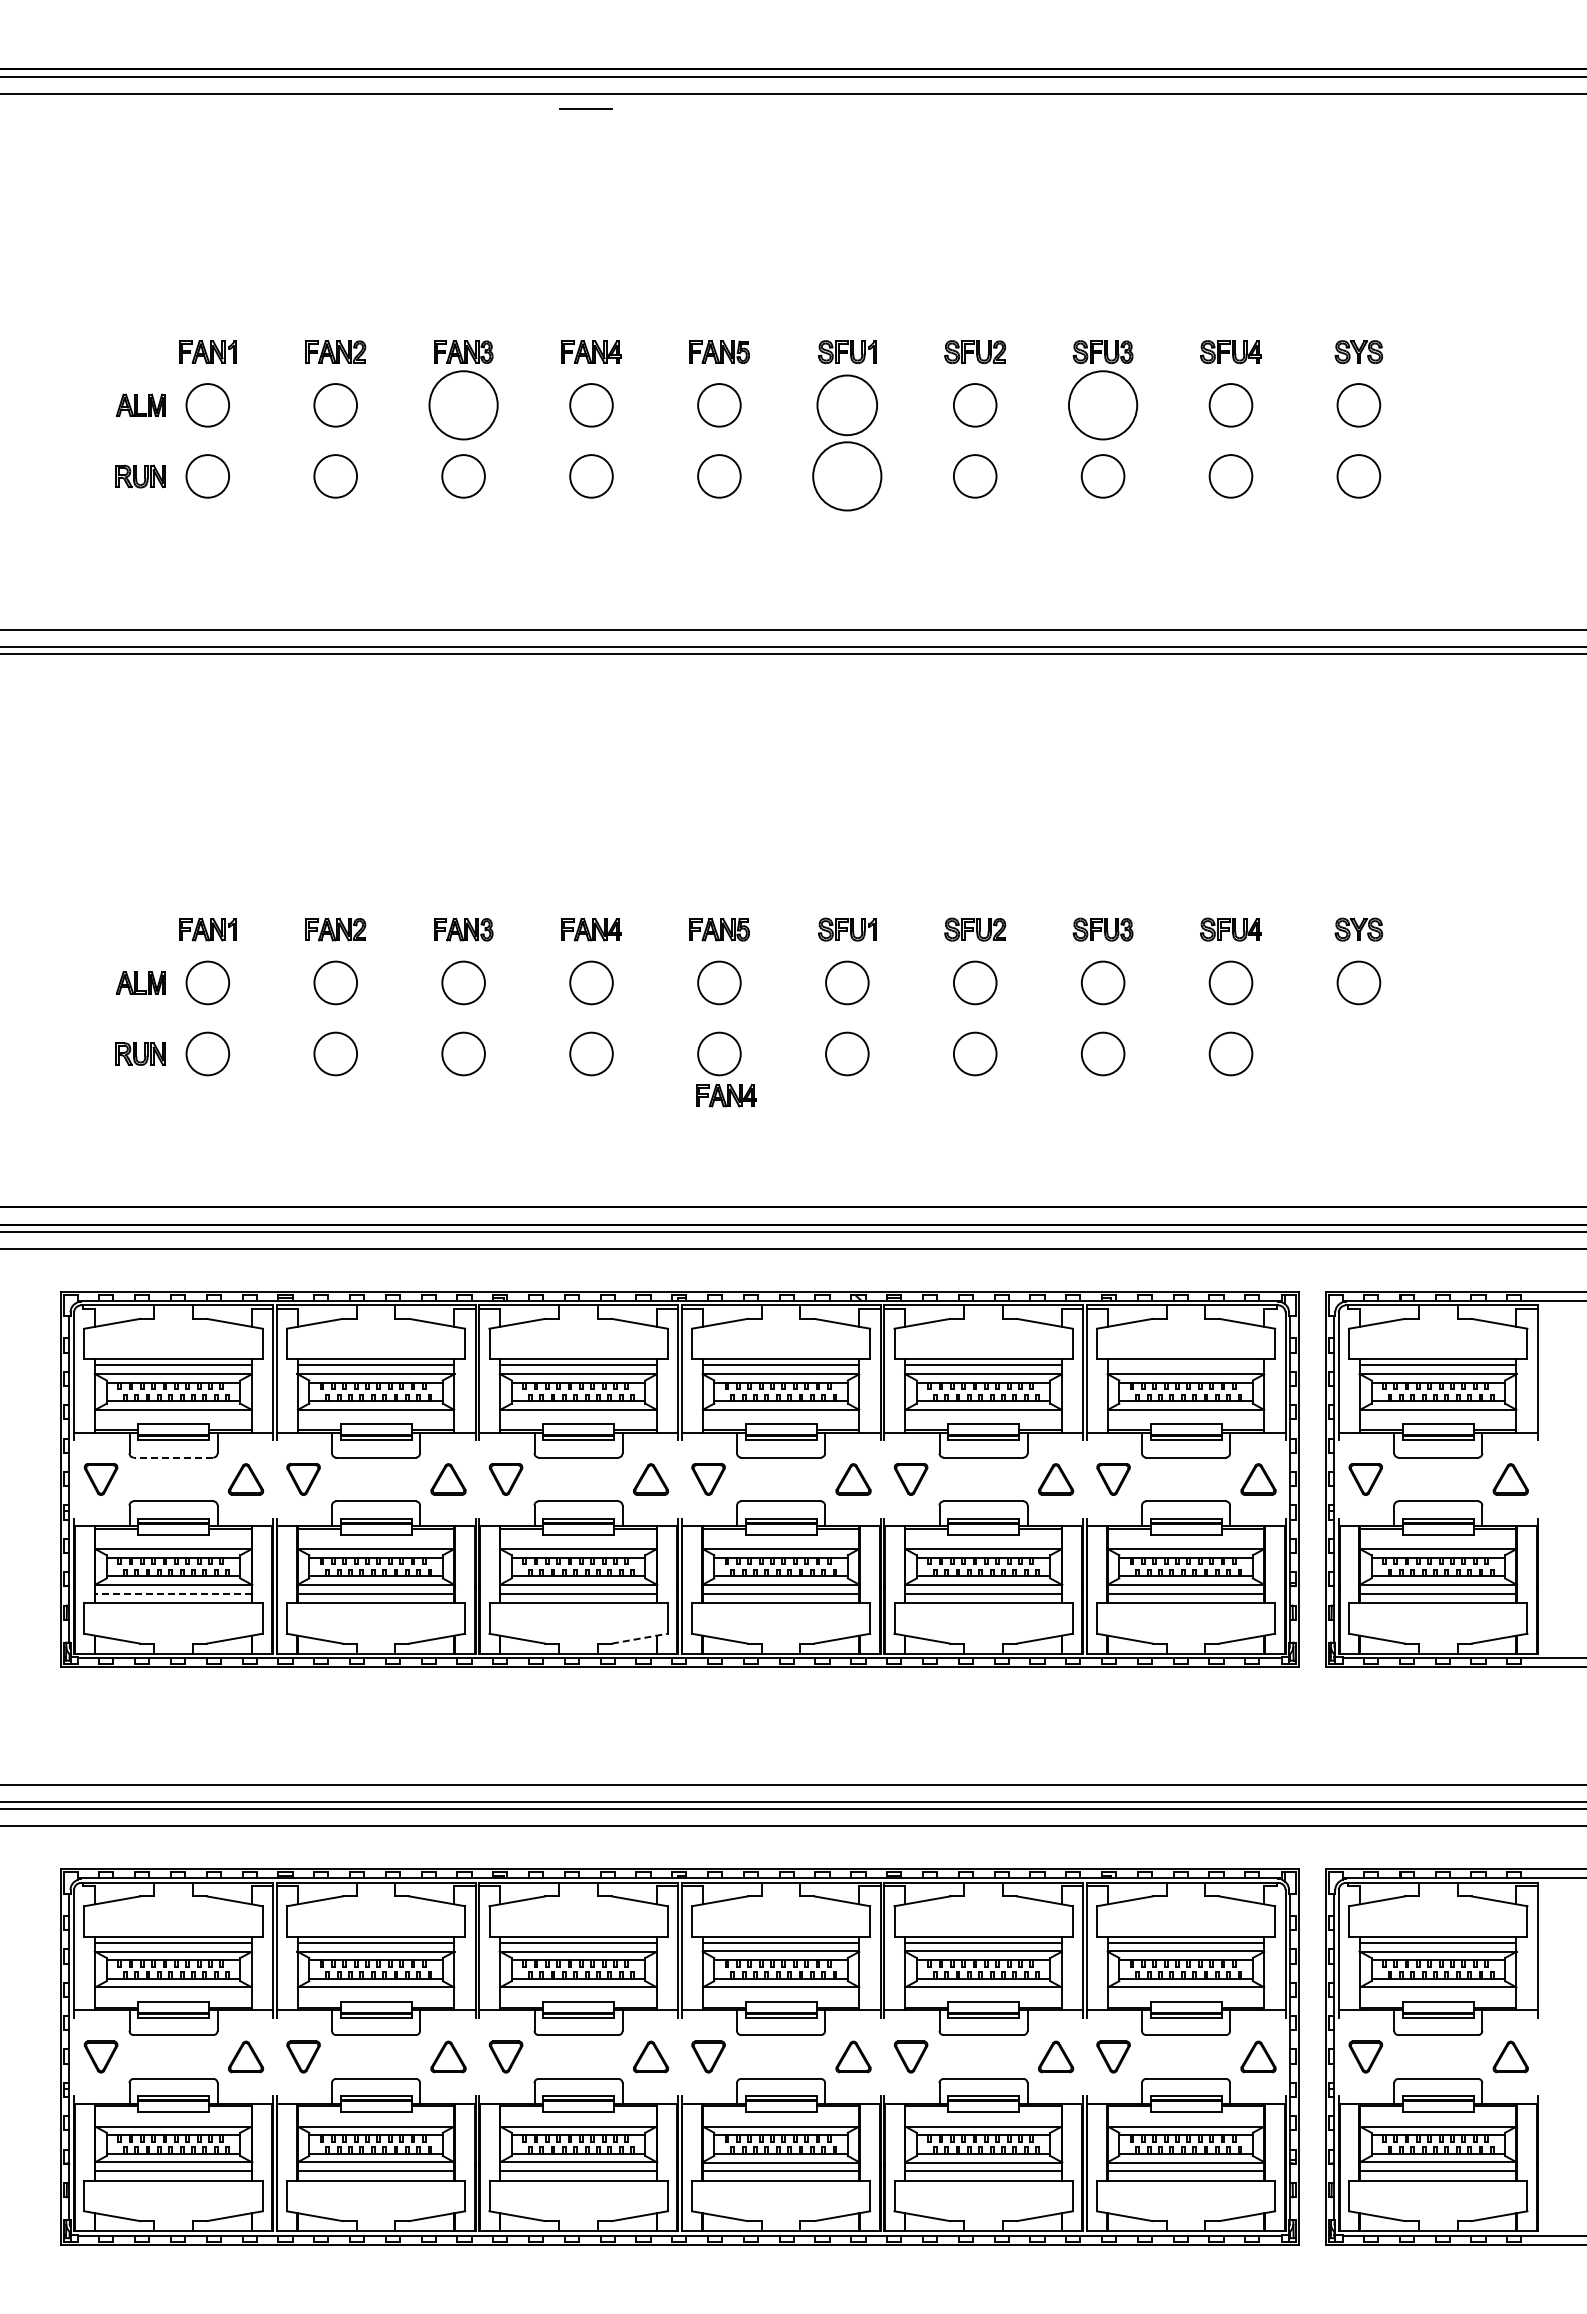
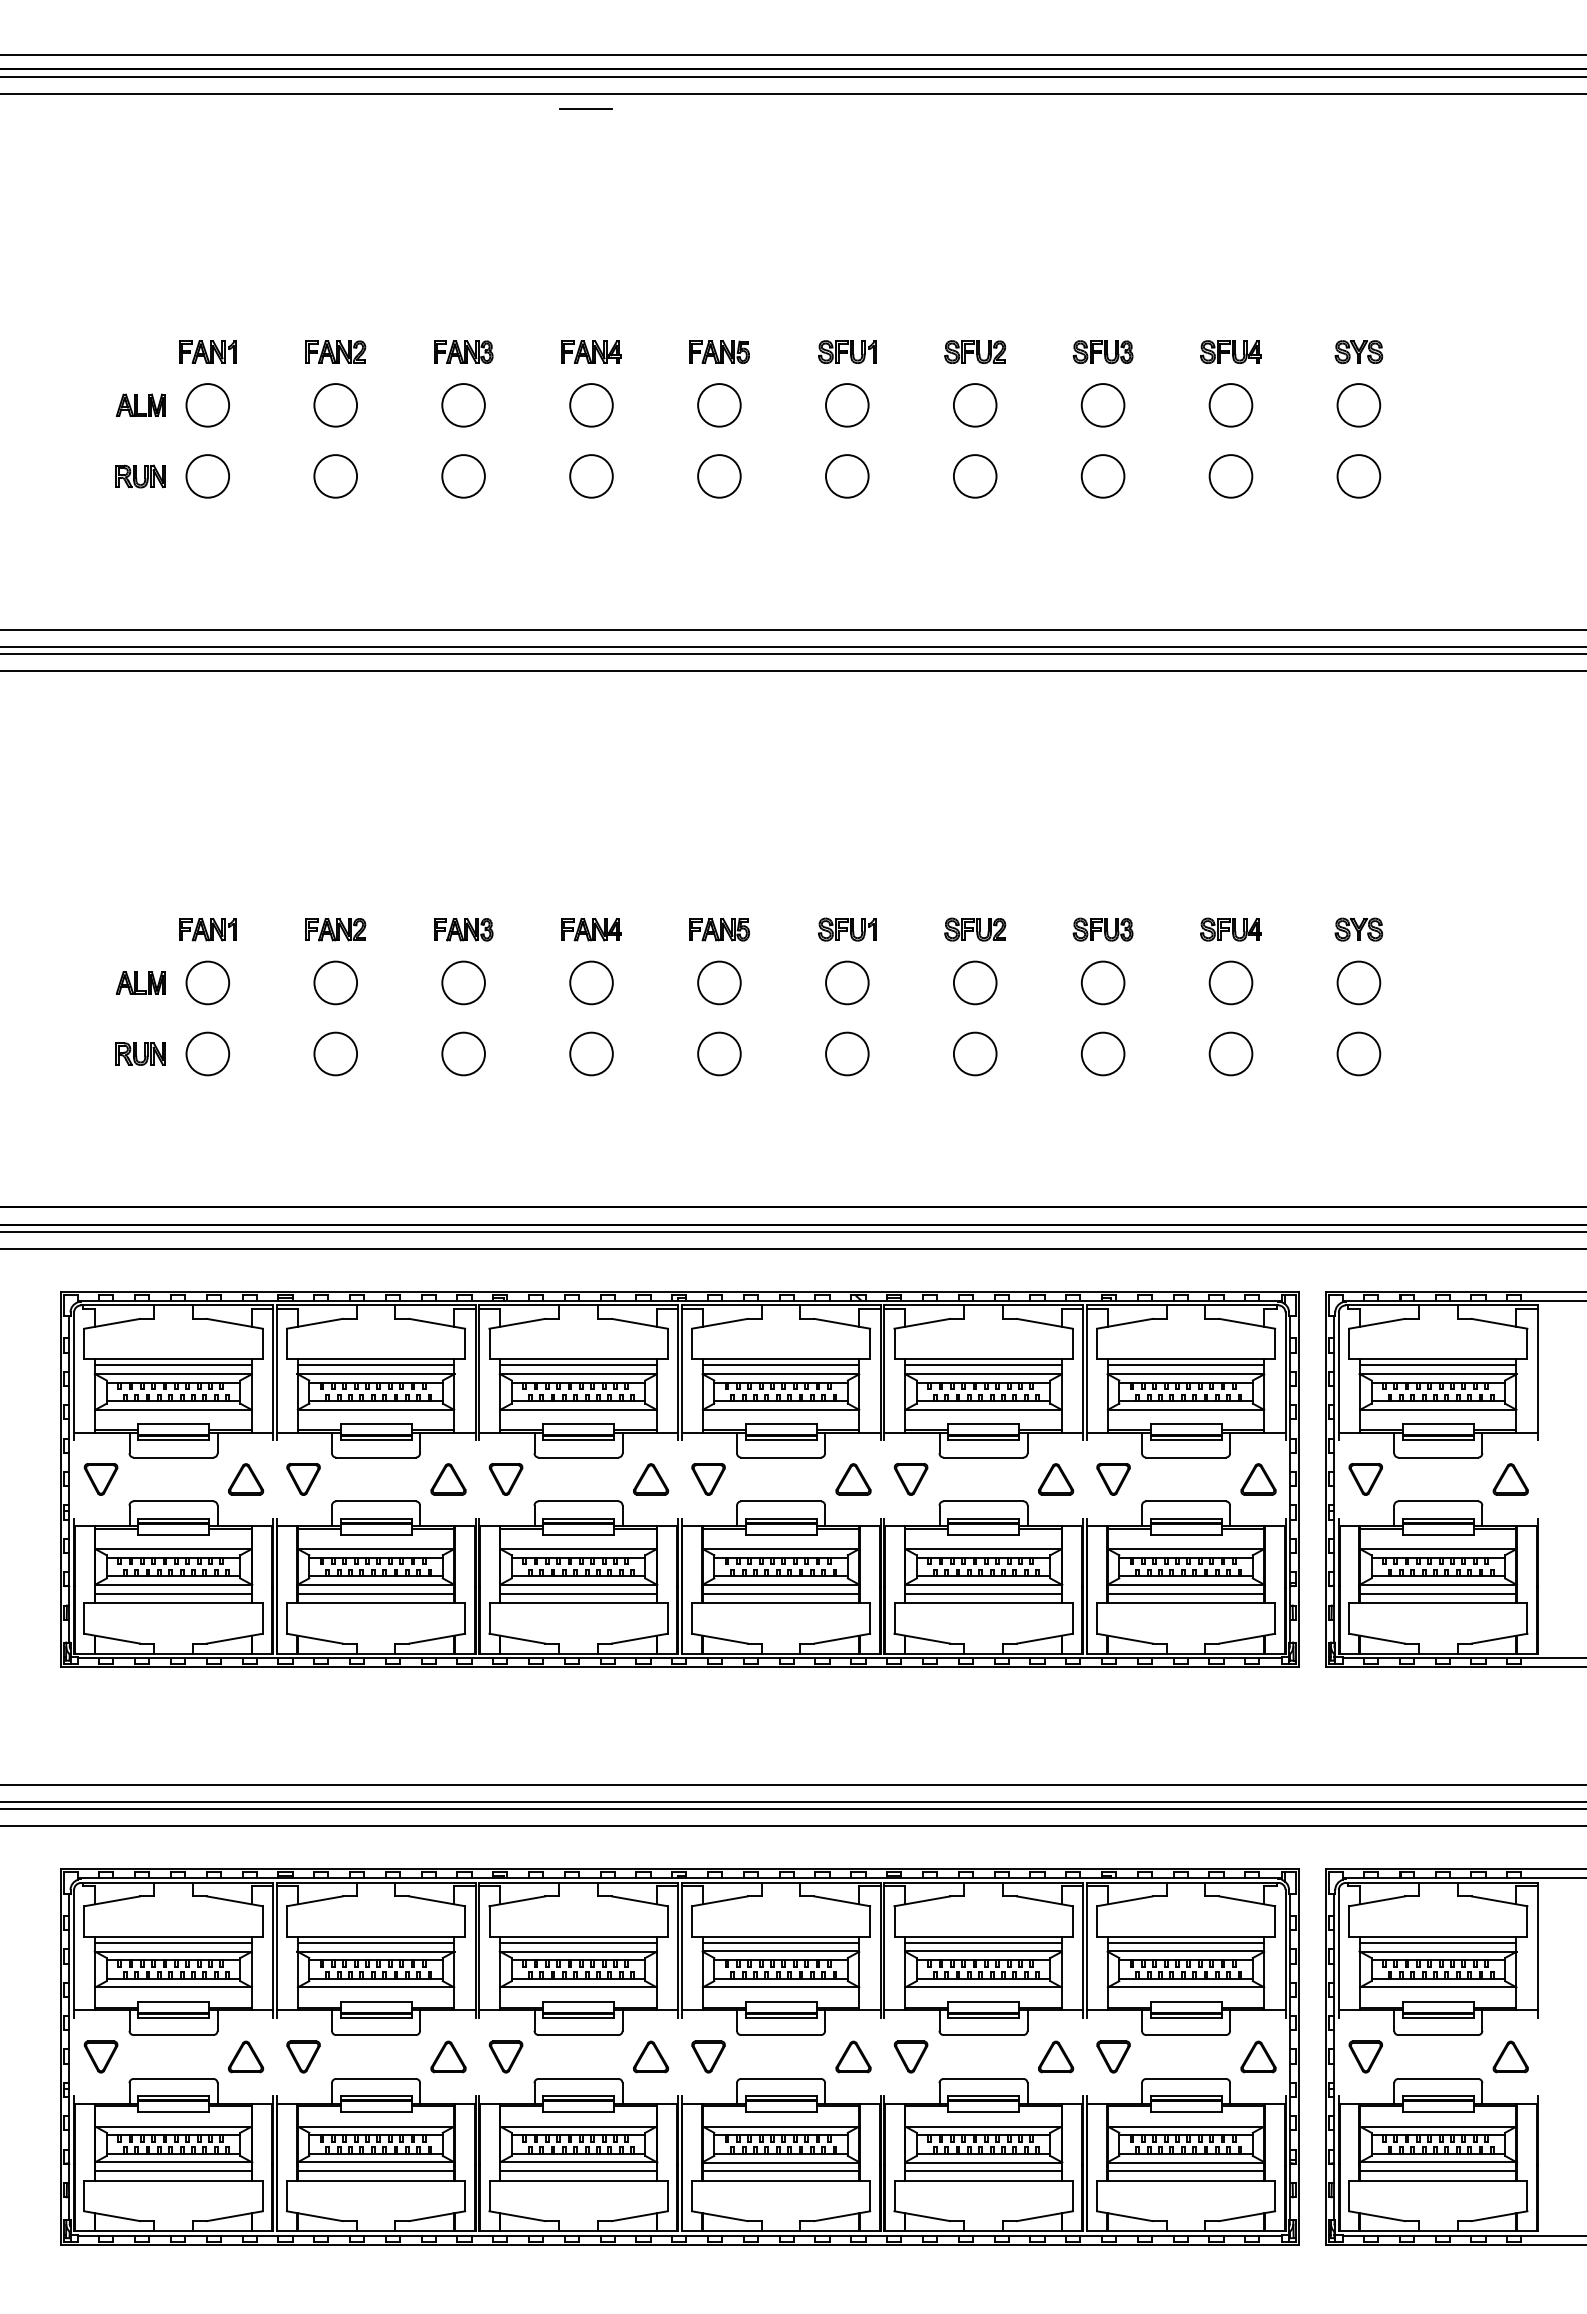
line at (792, 55): none -> present
circle at (463, 405) diameter: 68 px -> 43 px
circle at (847, 405) diameter: 60 px -> 43 px
circle at (1102, 405) diameter: 68 px -> 43 px
circle at (847, 476) diameter: 68 px -> 43 px
line at (792, 671): none -> present
circle at (1358, 1053): none -> present
part at (726, 1095): present -> none
line at (1185, 1365): none -> present
line at (173, 1457): dashed -> solid
line at (173, 1593): dashed -> solid
line at (640, 1638): dashed -> solid
